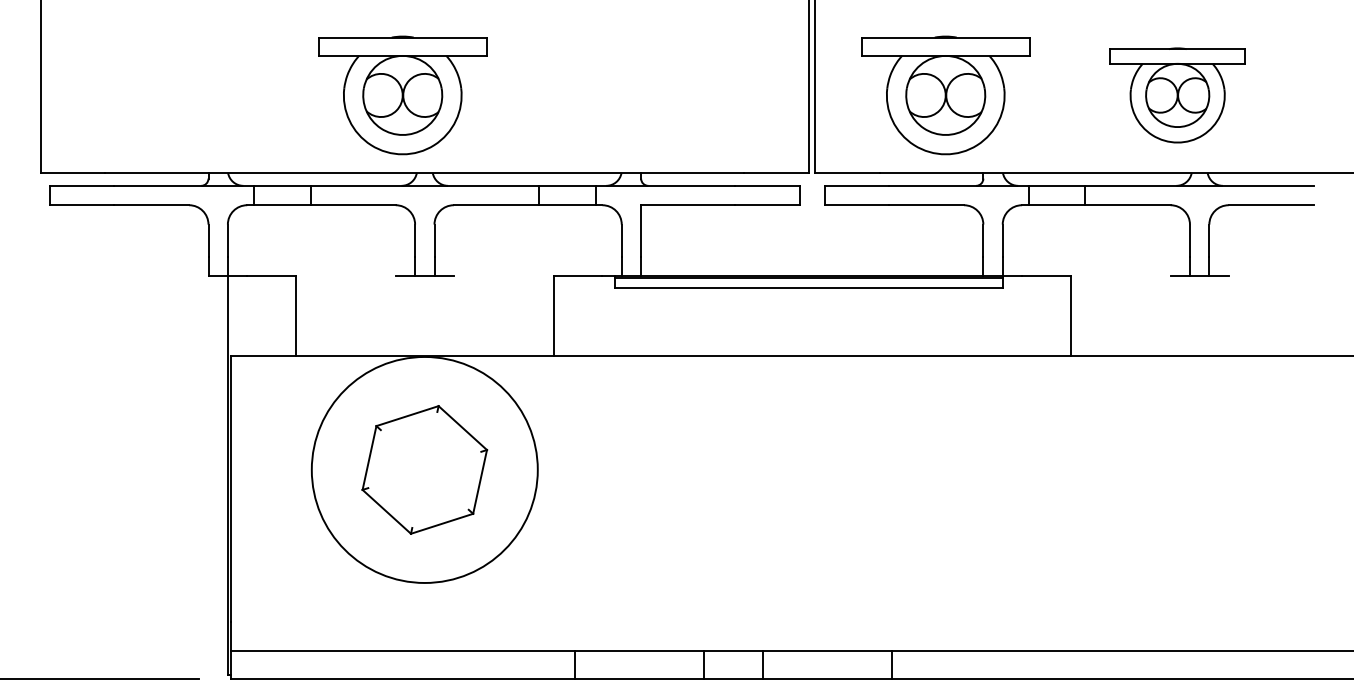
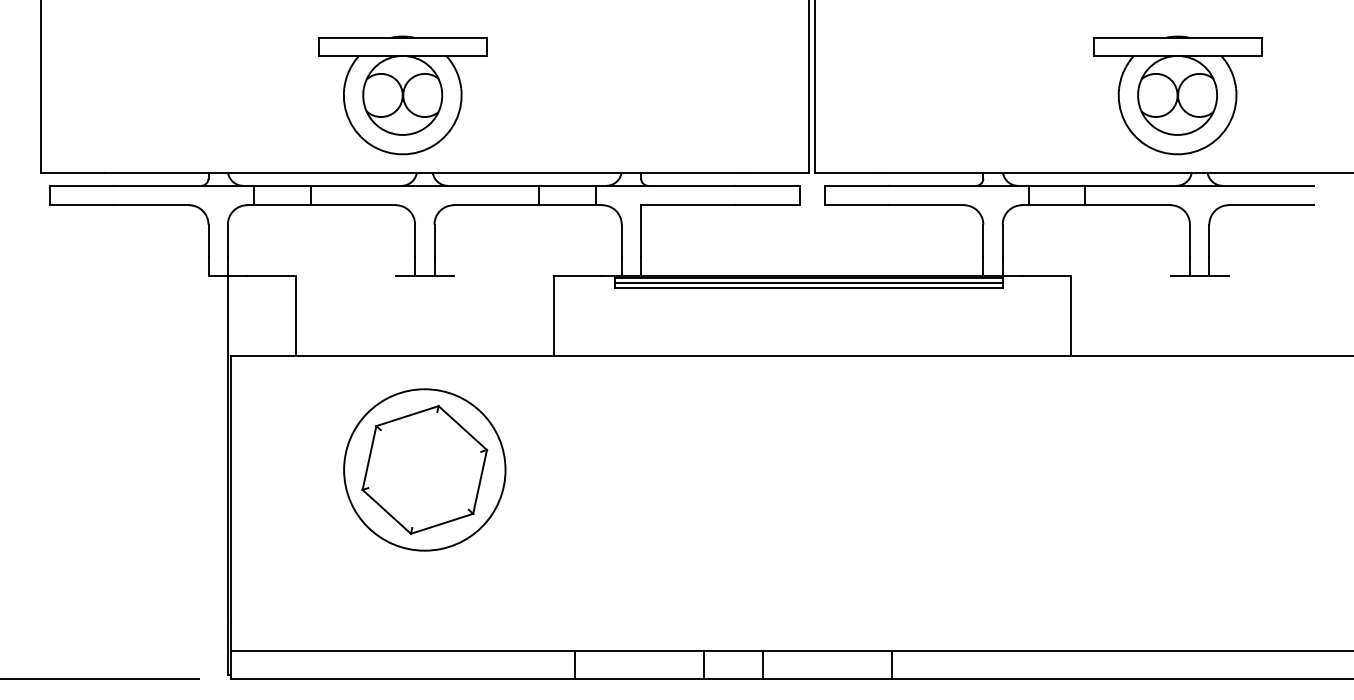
part at (945, 95): present -> none
part at (1177, 95) size: 137x97 px -> 170x121 px
line at (808, 282): none -> present
circle at (424, 469) diameter: 226 px -> 161 px
